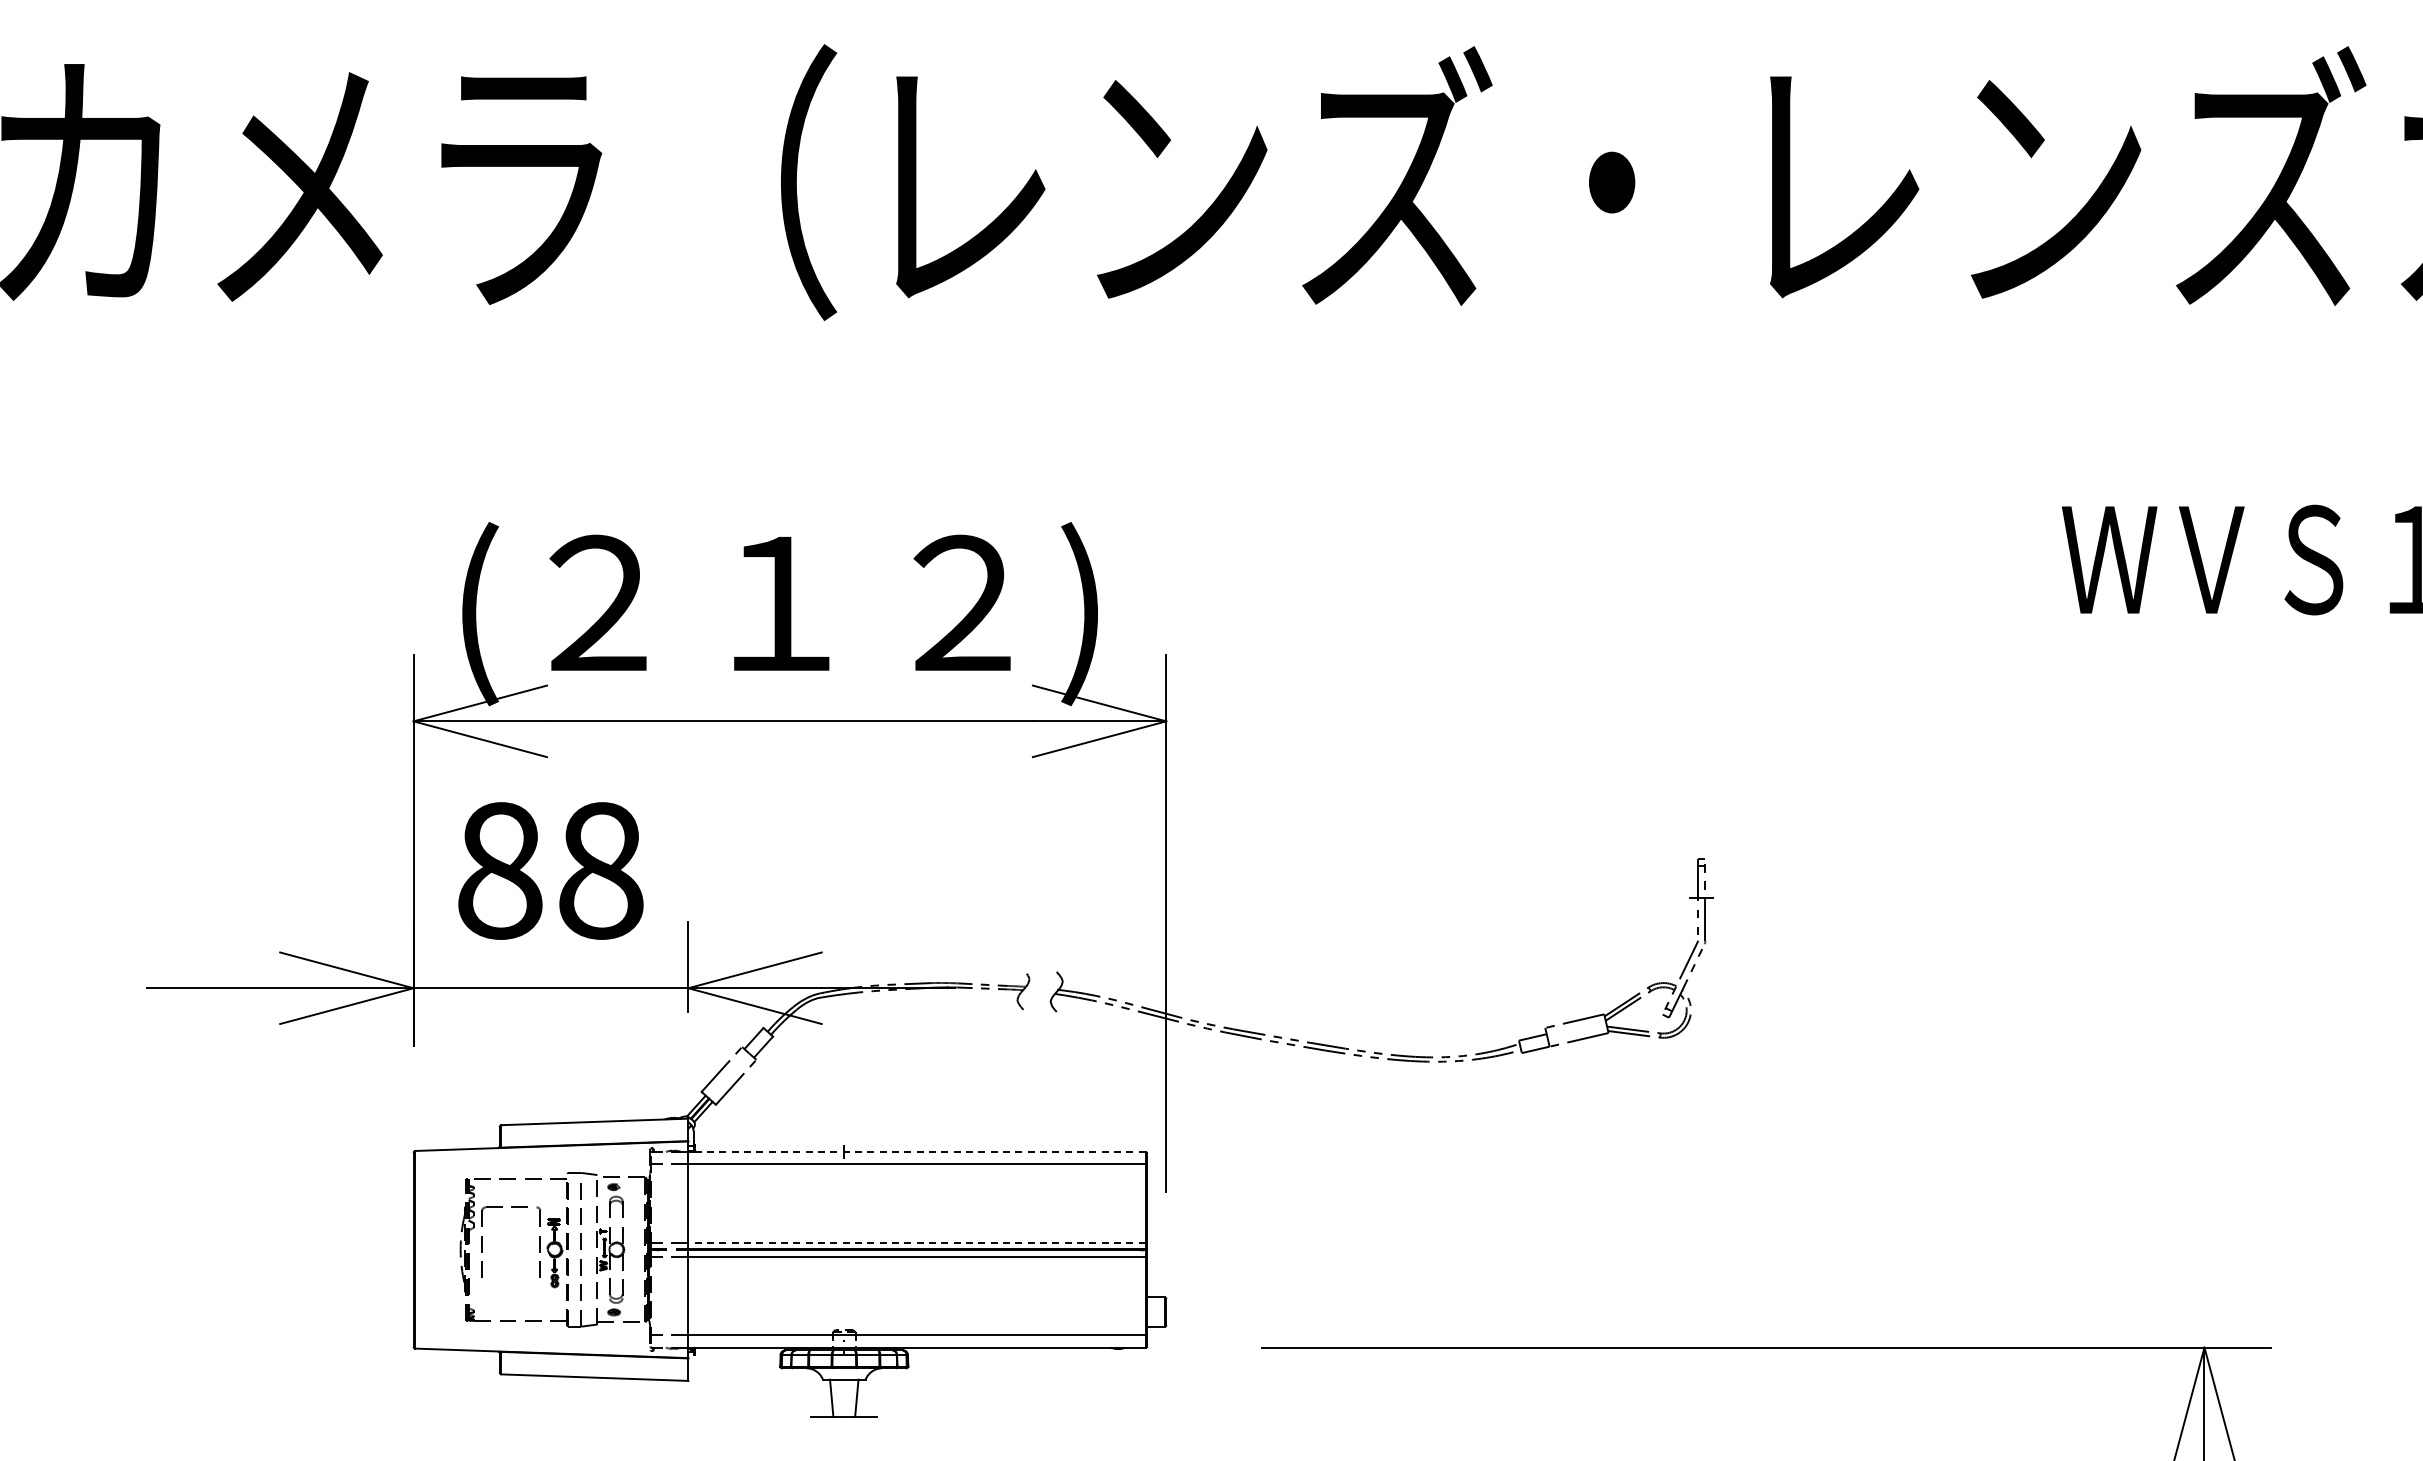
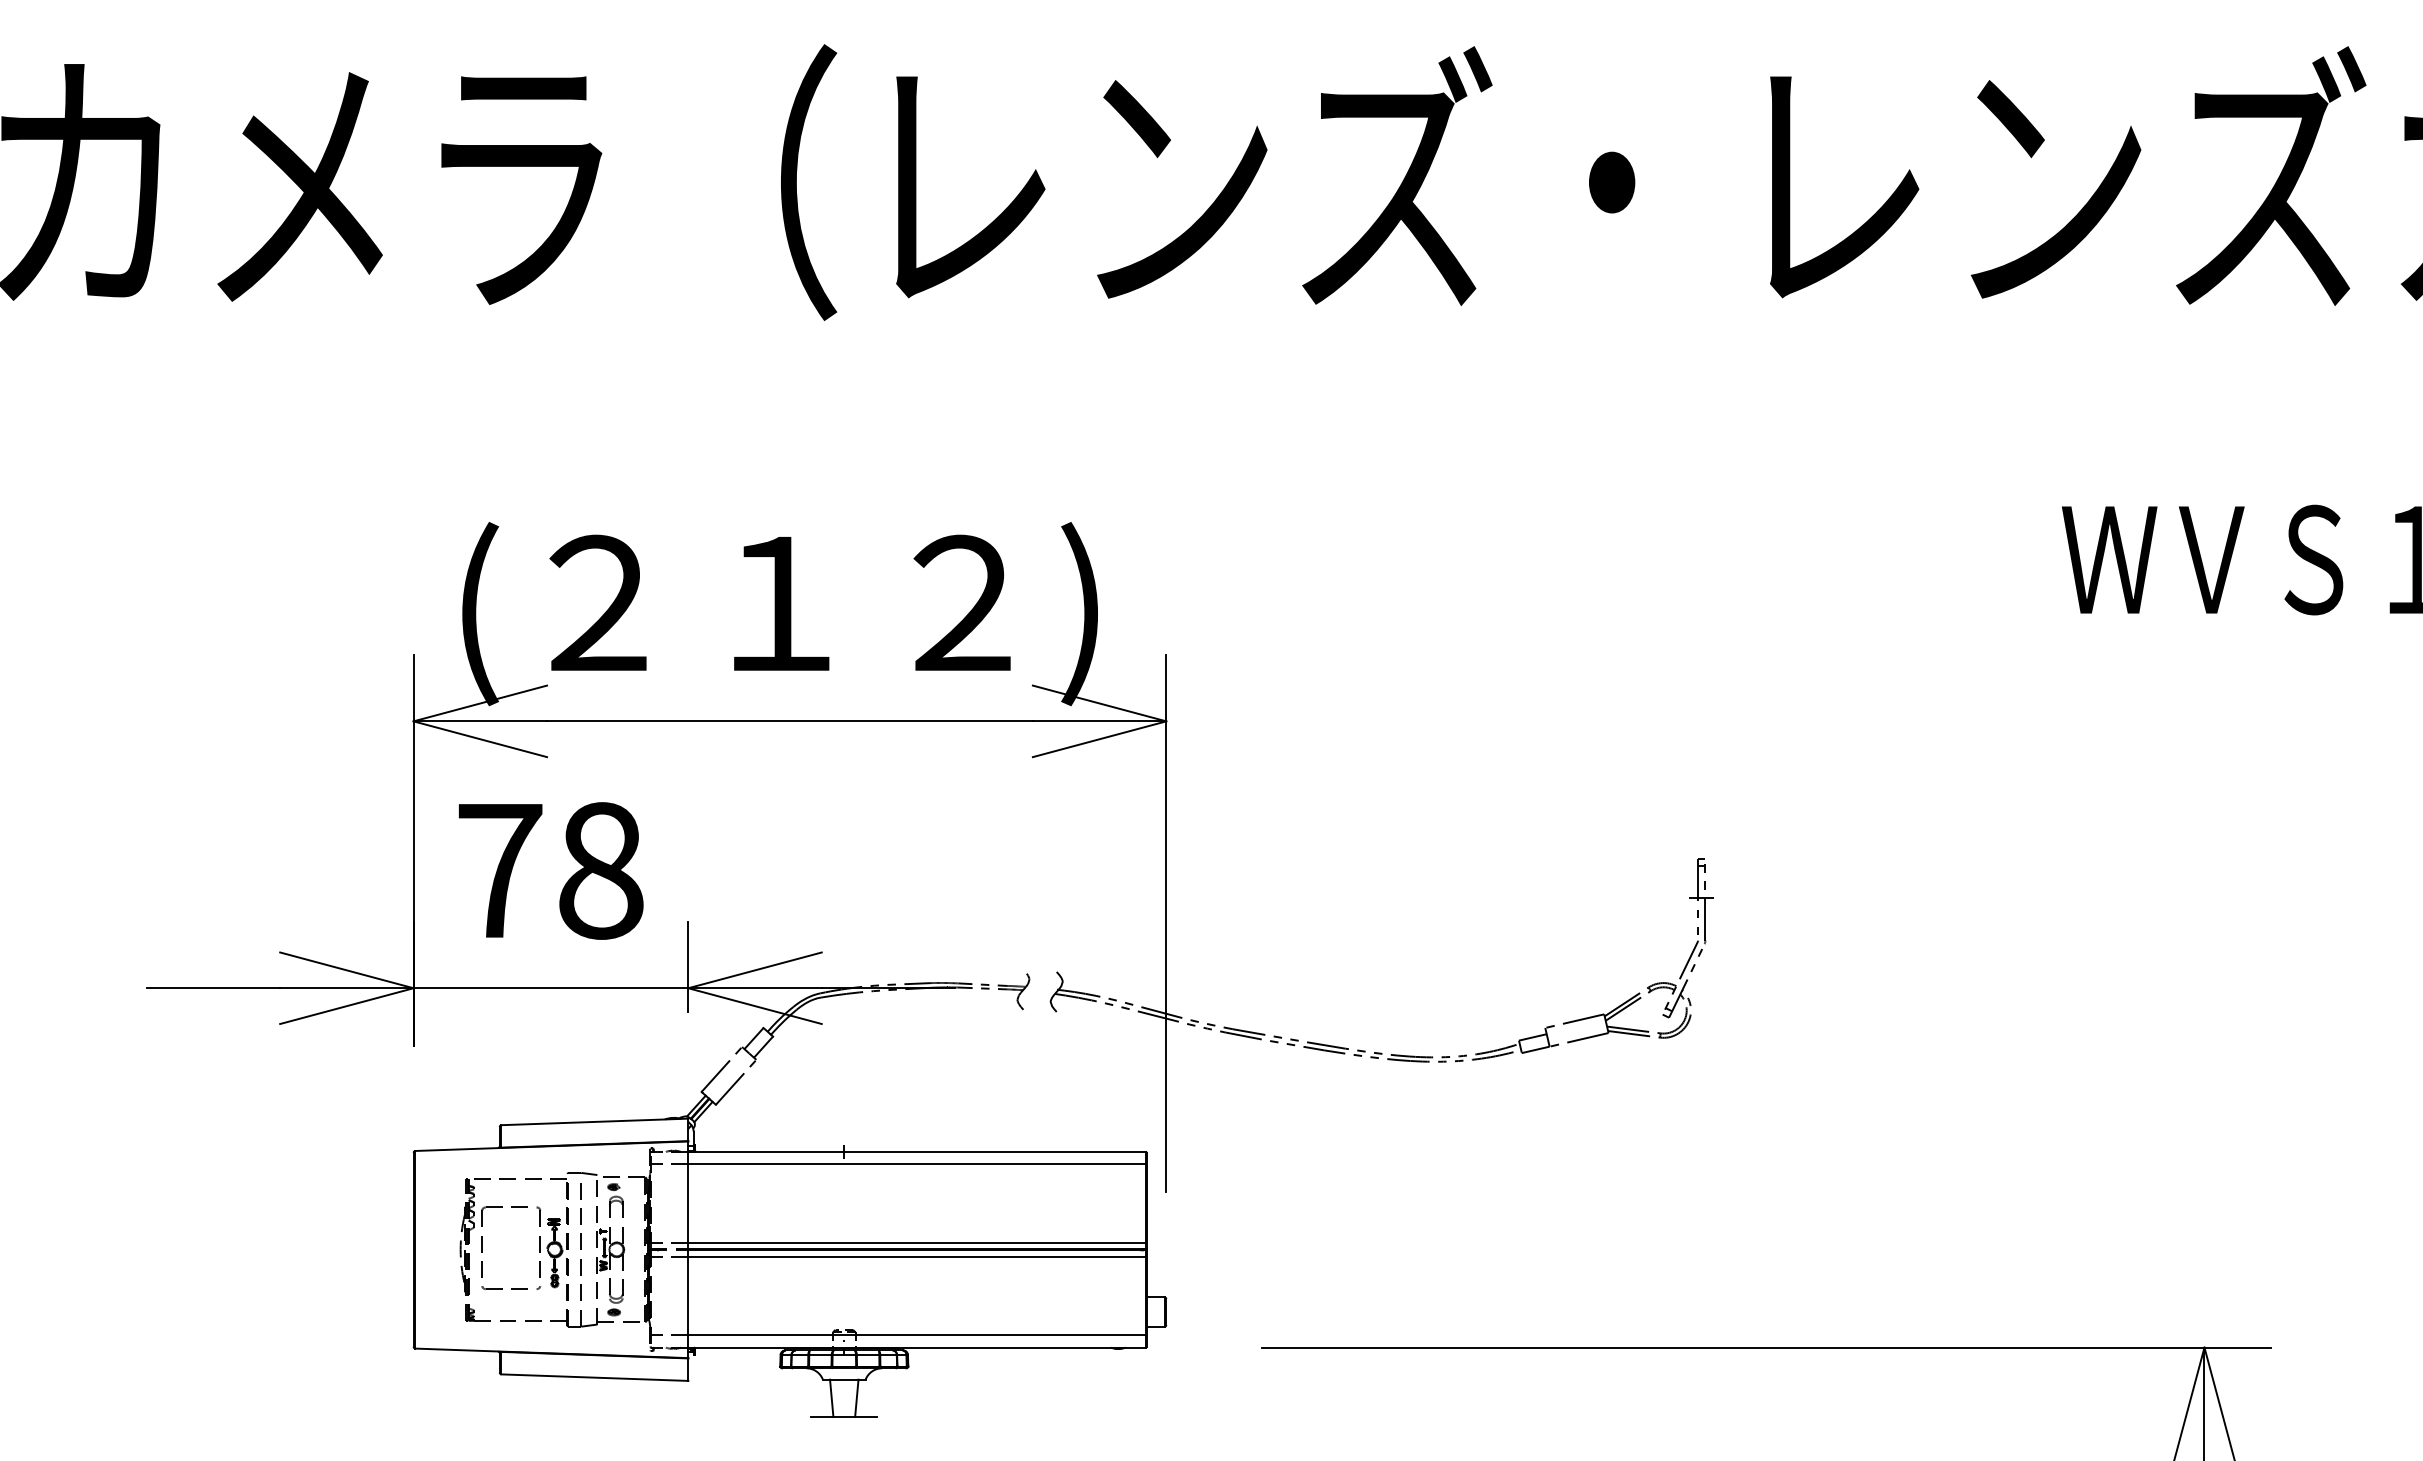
text at (500, 870): 88 -> 78
line at (917, 1151): dashed -> solid
line at (917, 1242): dashed -> solid
part at (511, 1288): none -> present
